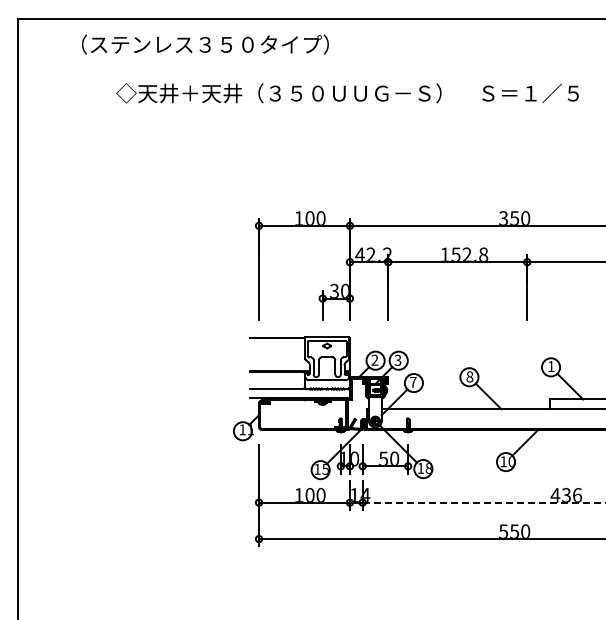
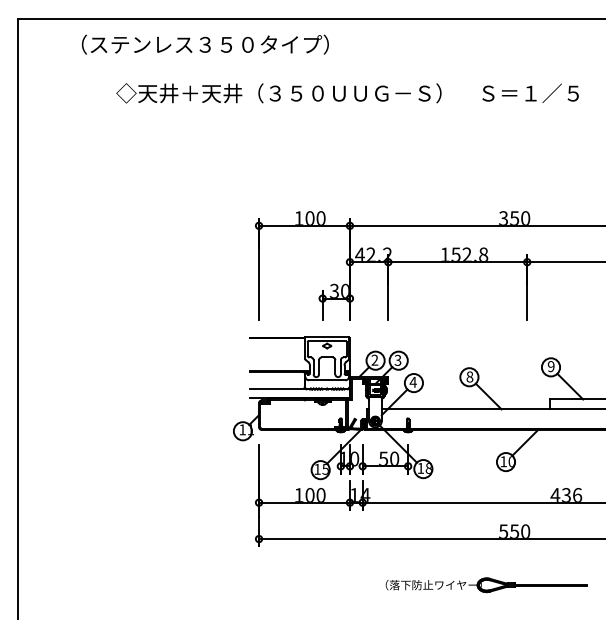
text at (550, 366): 1 -> 9
text at (412, 382): 7 -> 4
line at (484, 502): dashed -> solid
part at (486, 585): none -> present
